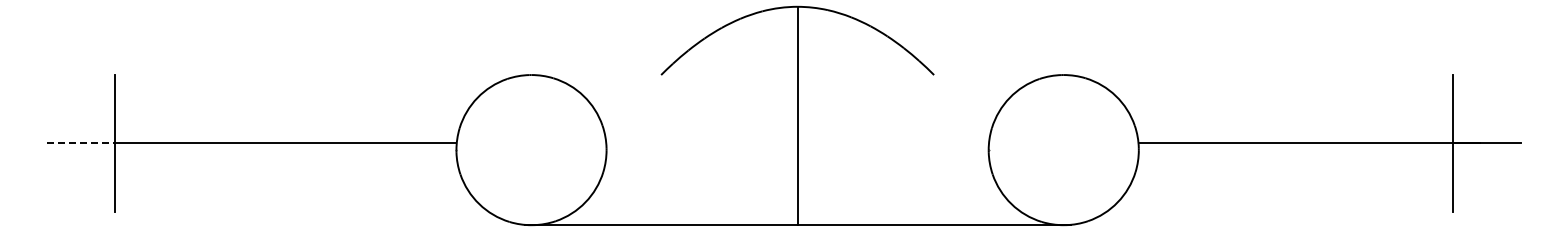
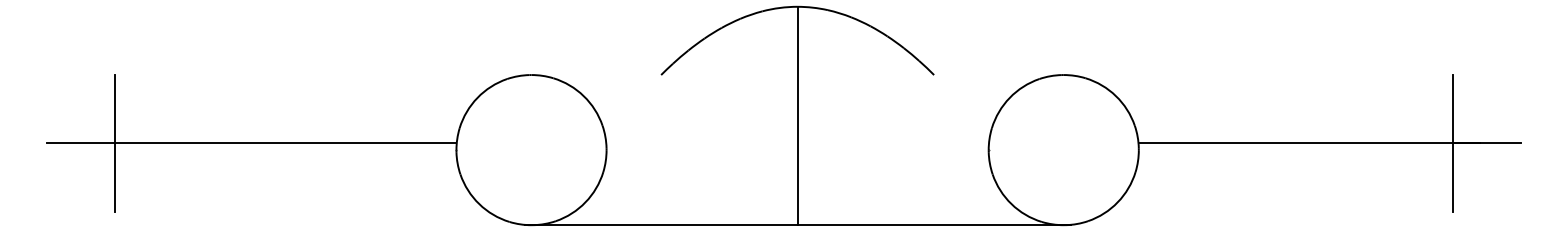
line at (81, 143): dashed -> solid
